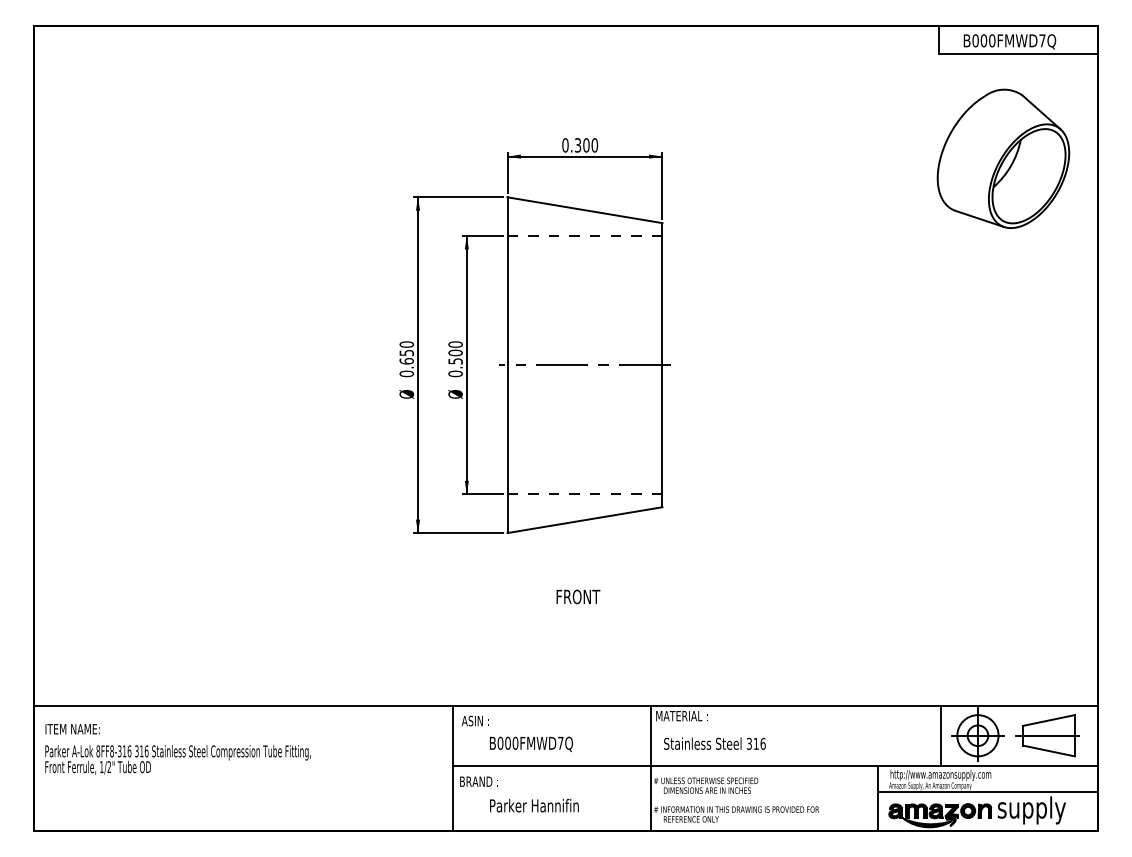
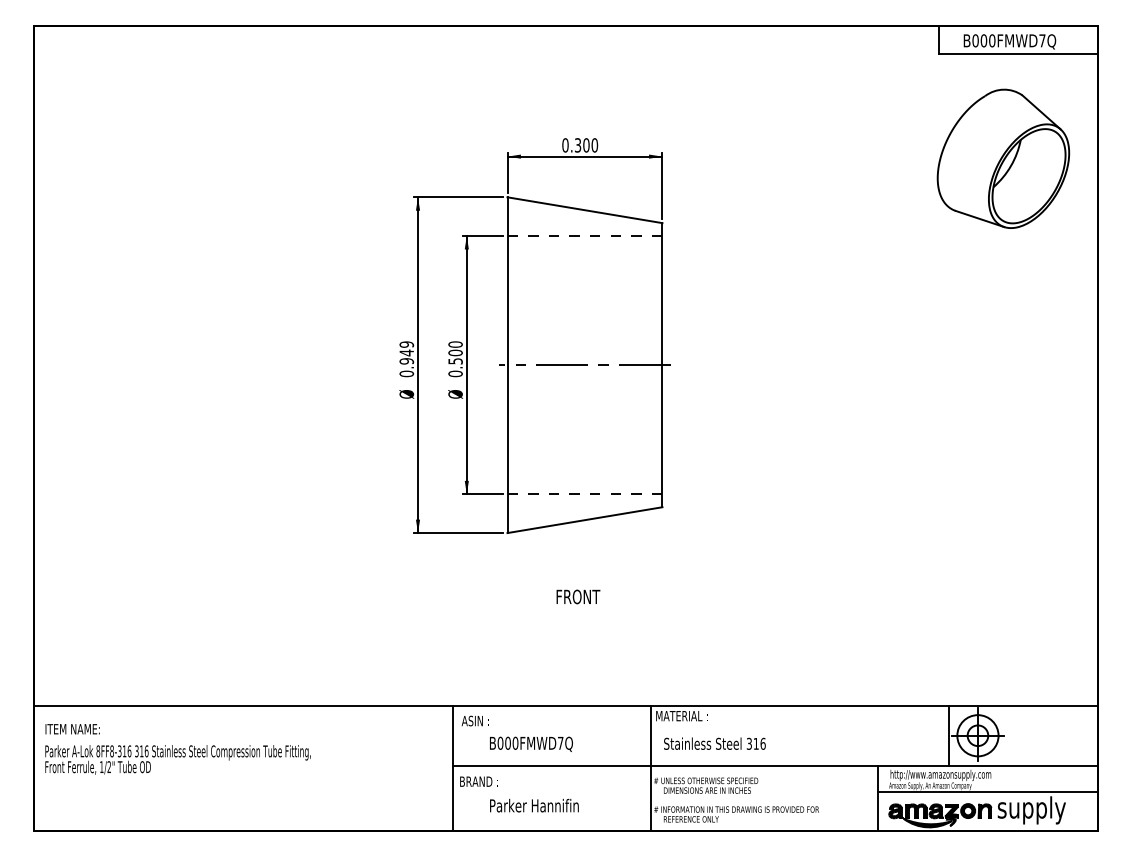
text at (406, 352): 0.650 -> 0.949
line at (940, 735) position: (940, 735) -> (948, 735)
part at (1047, 735): present -> none
